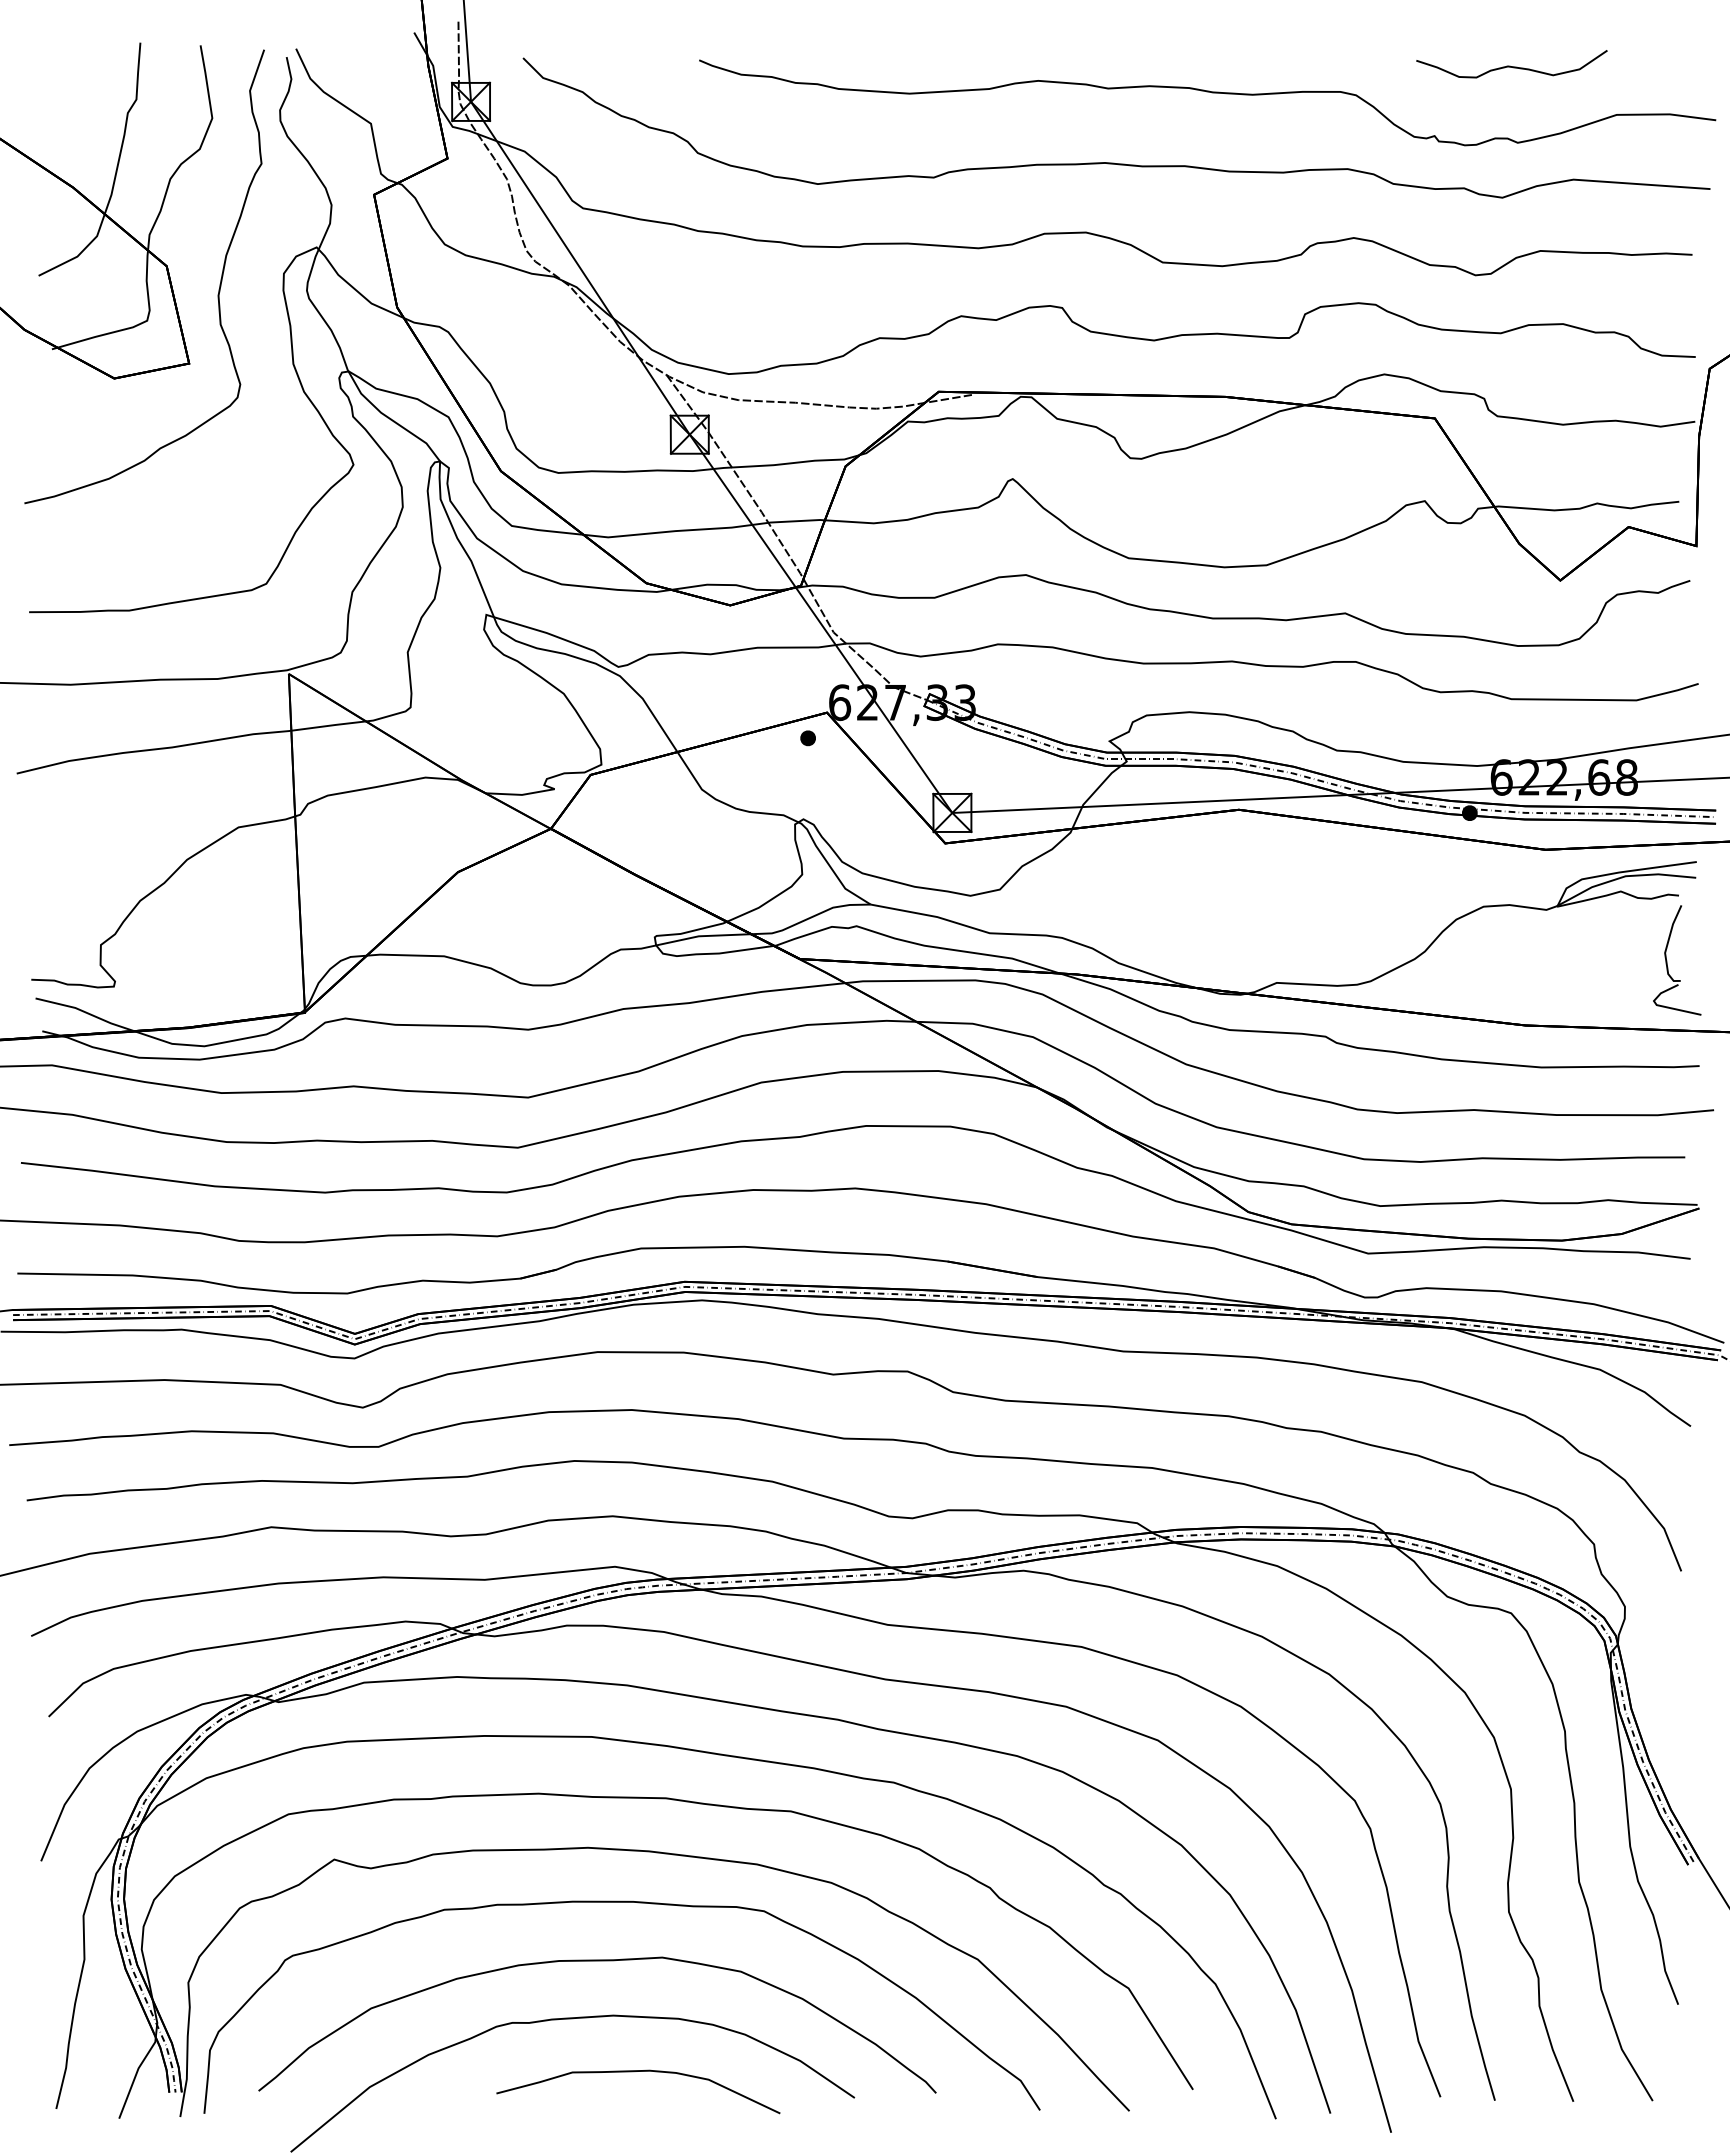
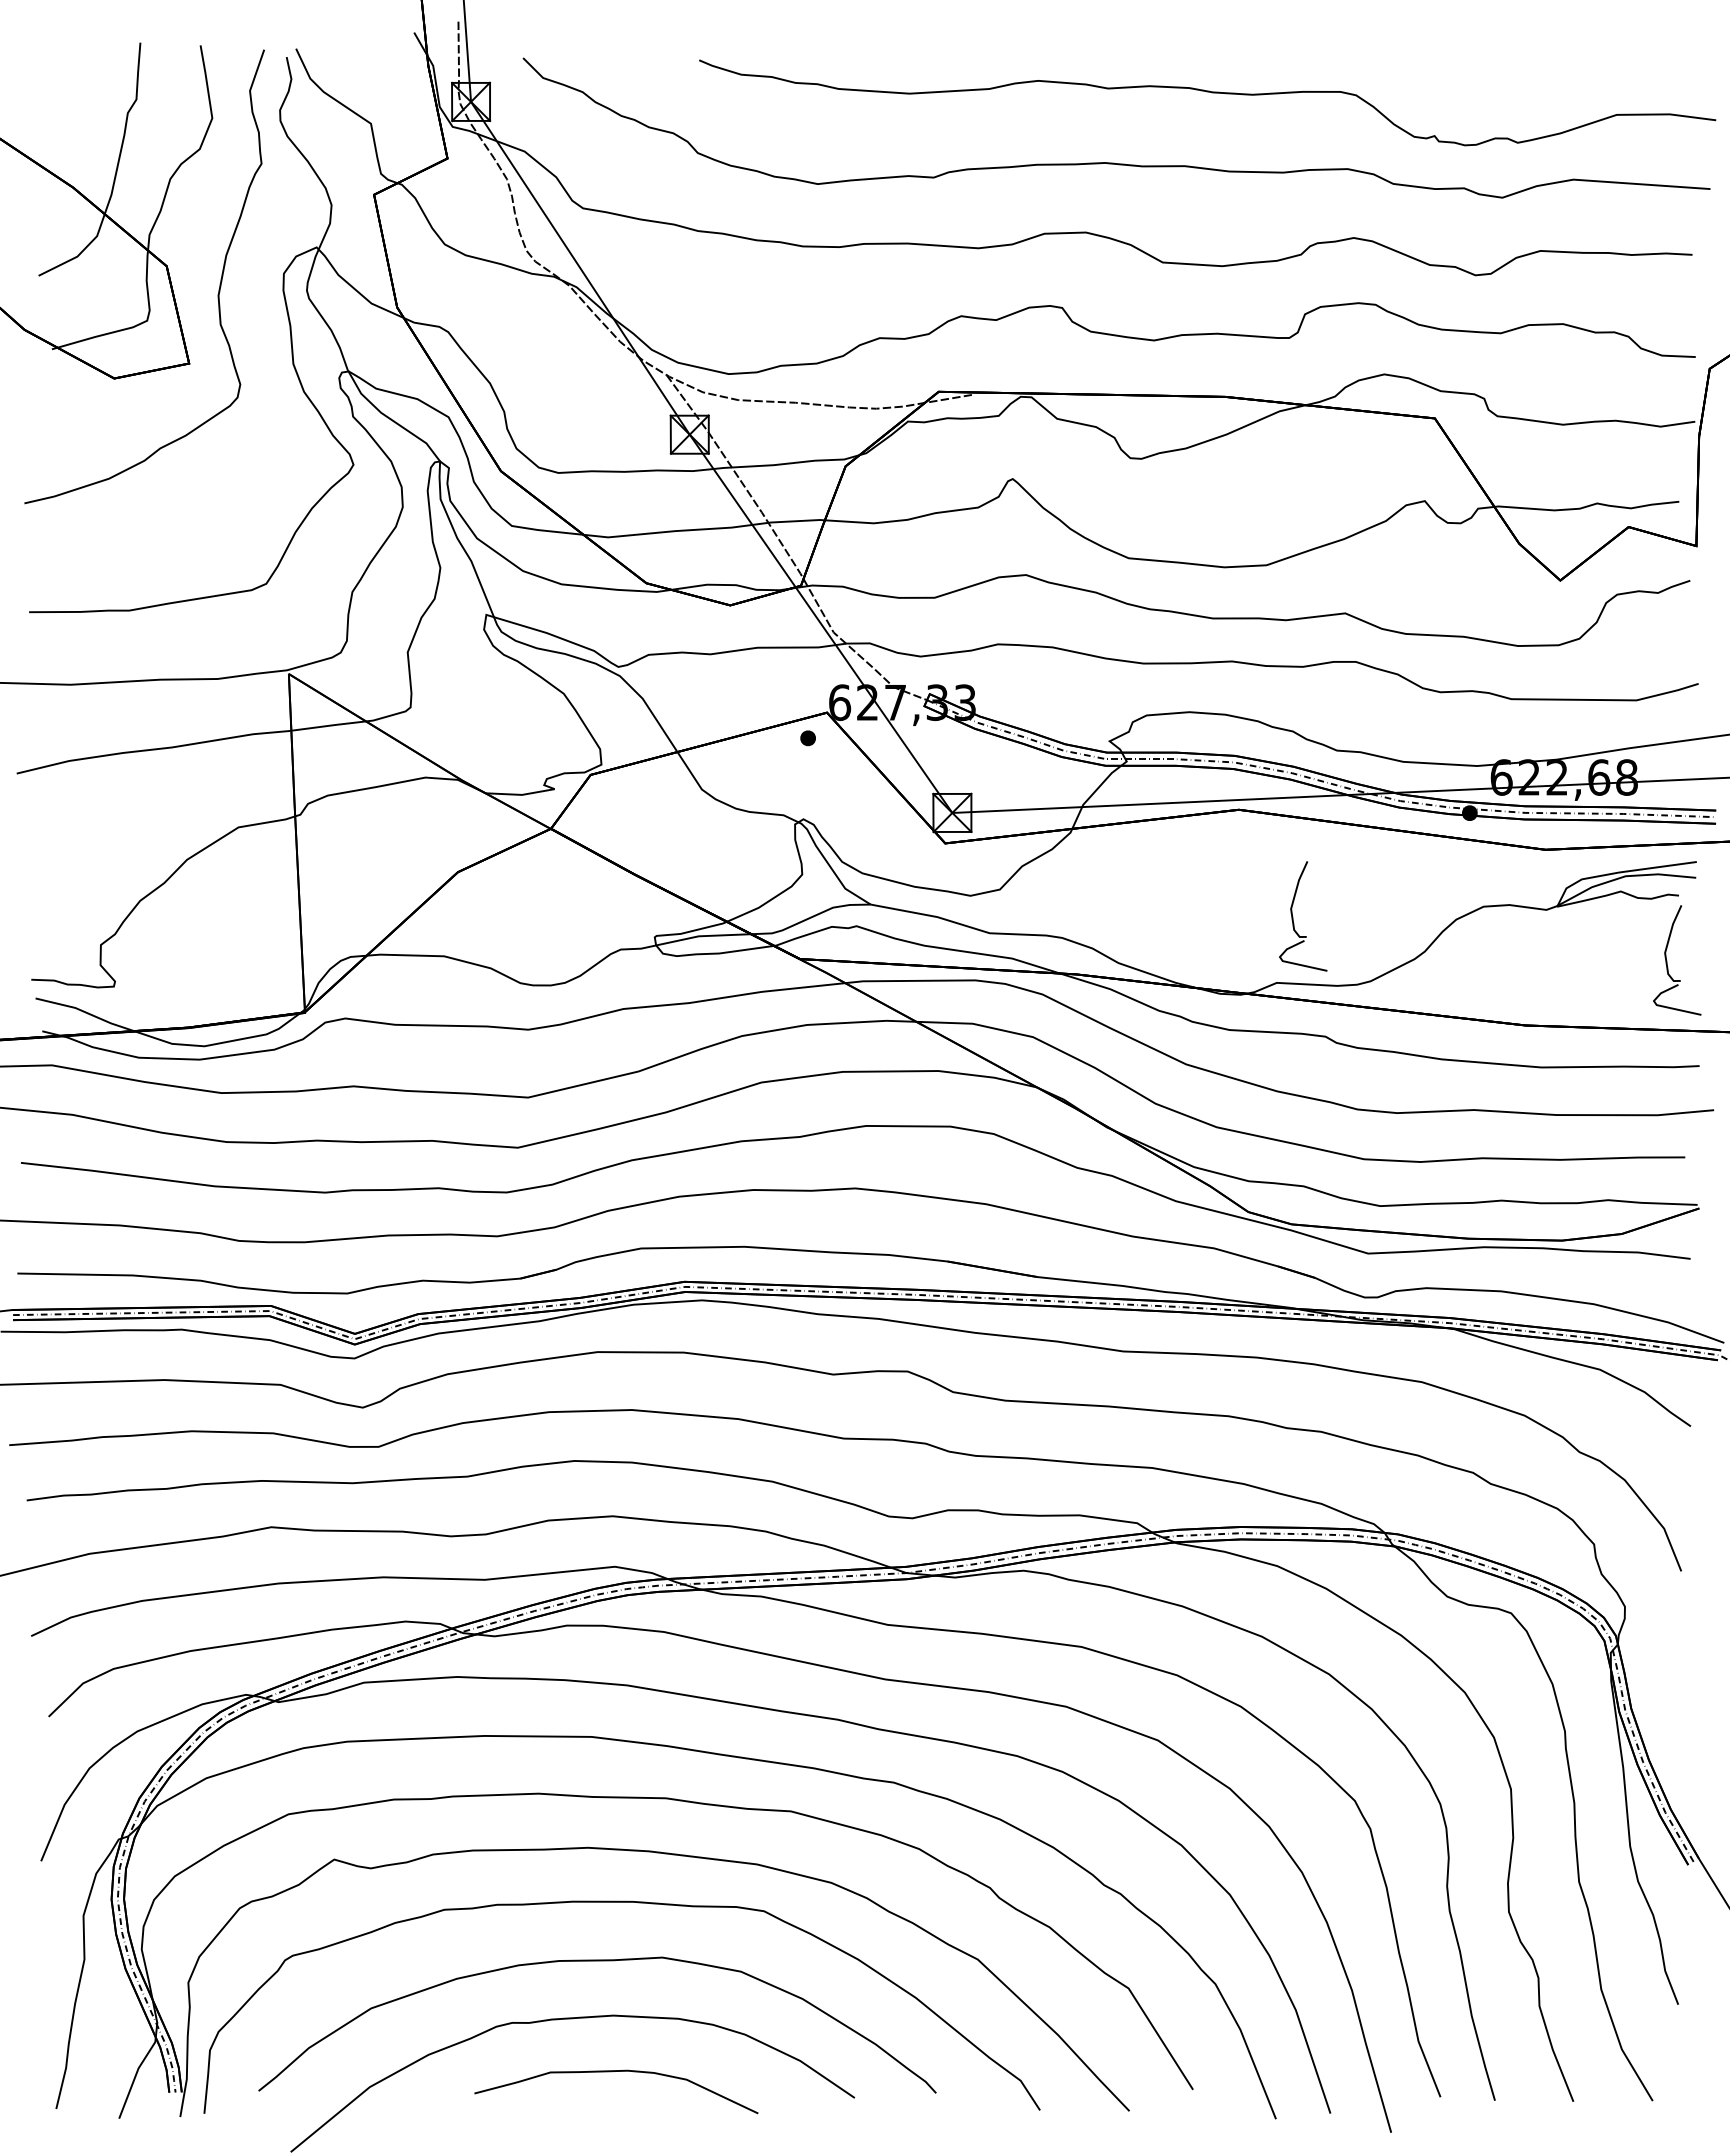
curve at (1510, 65): present -> none
part at (1293, 916): none -> present
curve at (634, 2072) position: (634, 2072) -> (612, 2072)
